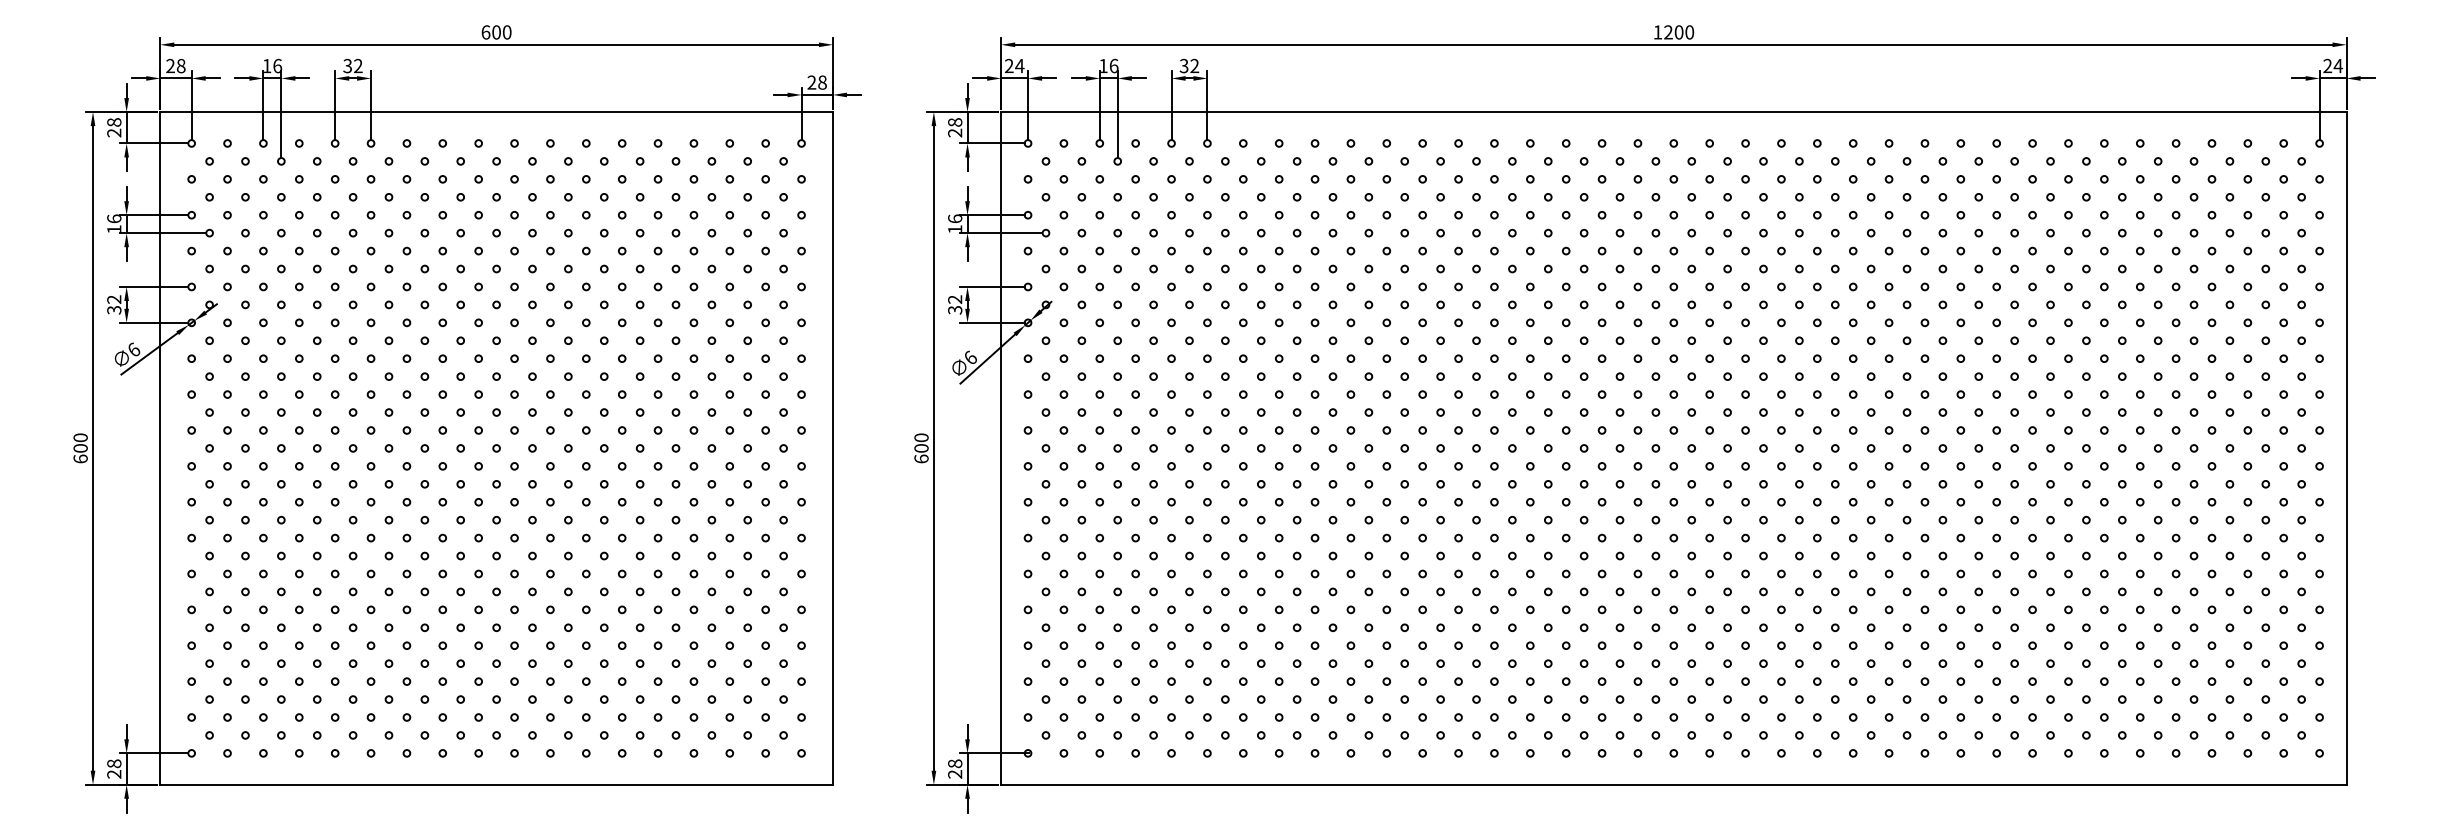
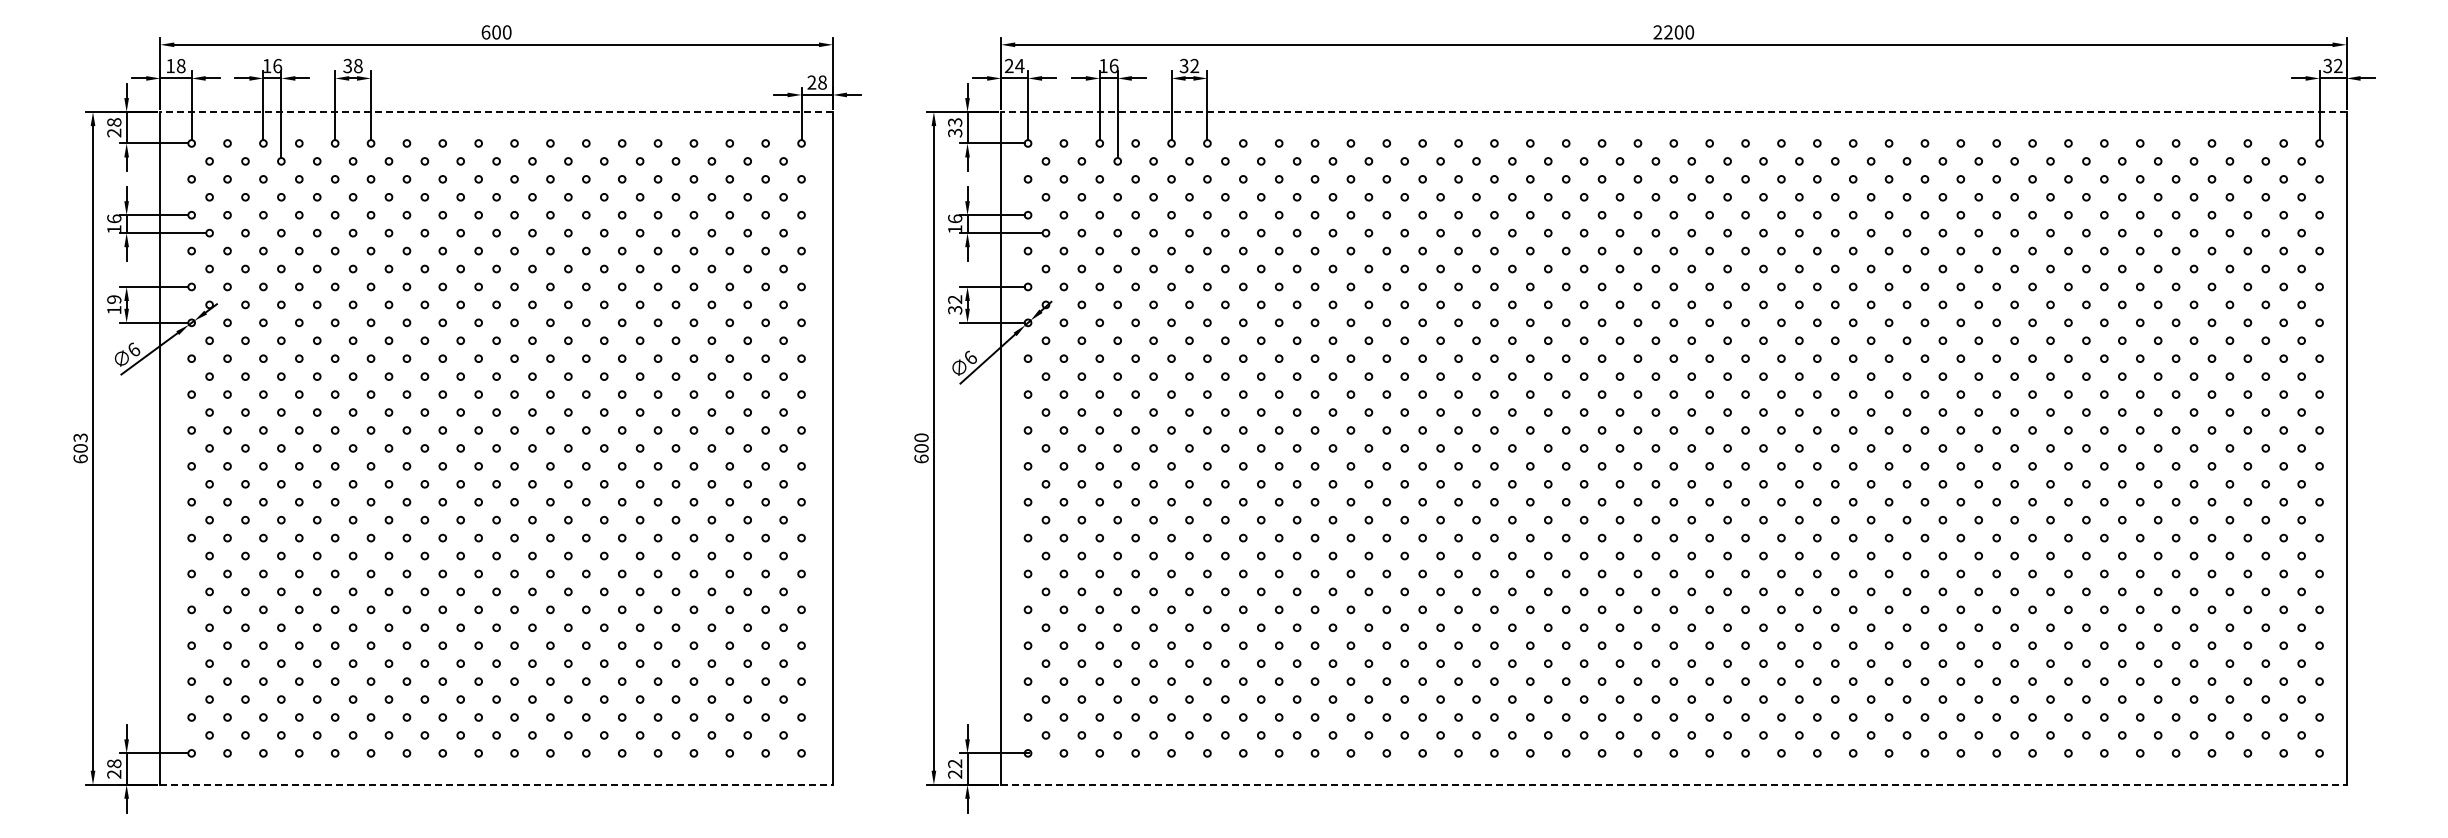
text at (1657, 32): 1200 -> 2200
text at (170, 65): 28 -> 18
text at (2333, 65): 24 -> 32
text at (358, 66): 32 -> 38
line at (496, 112): solid -> dashed
line at (1673, 112): solid -> dashed
text at (955, 127): 28 -> 33
text at (114, 304): 32 -> 19
text at (80, 437): 600 -> 603
text at (955, 763): 28 -> 22
line at (497, 784): solid -> dashed
line at (1673, 784): solid -> dashed
